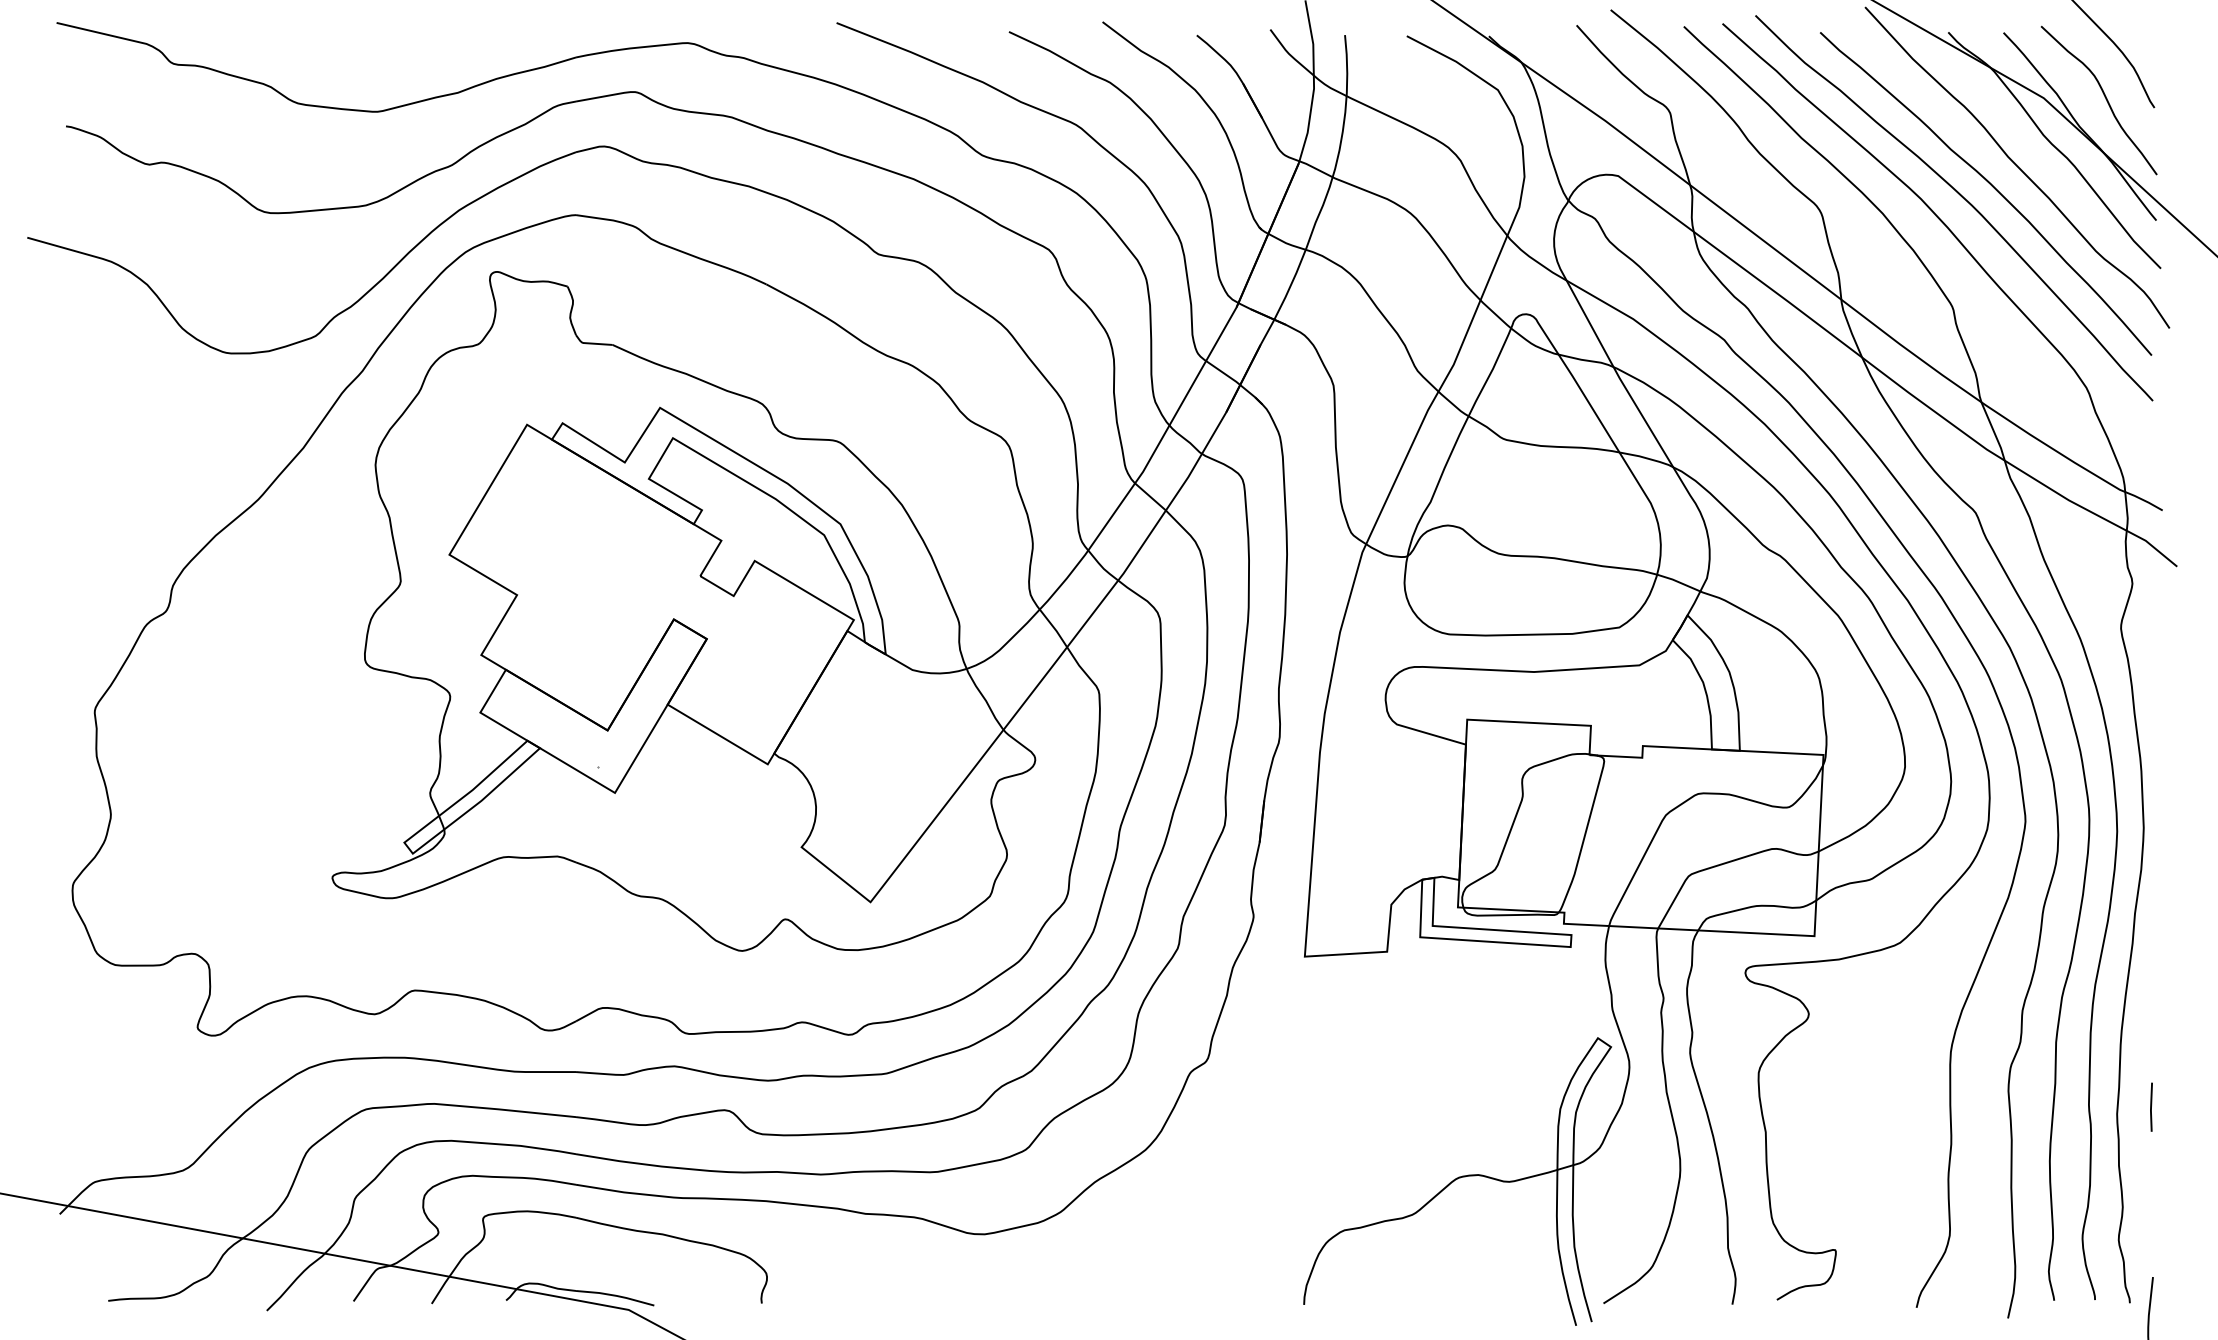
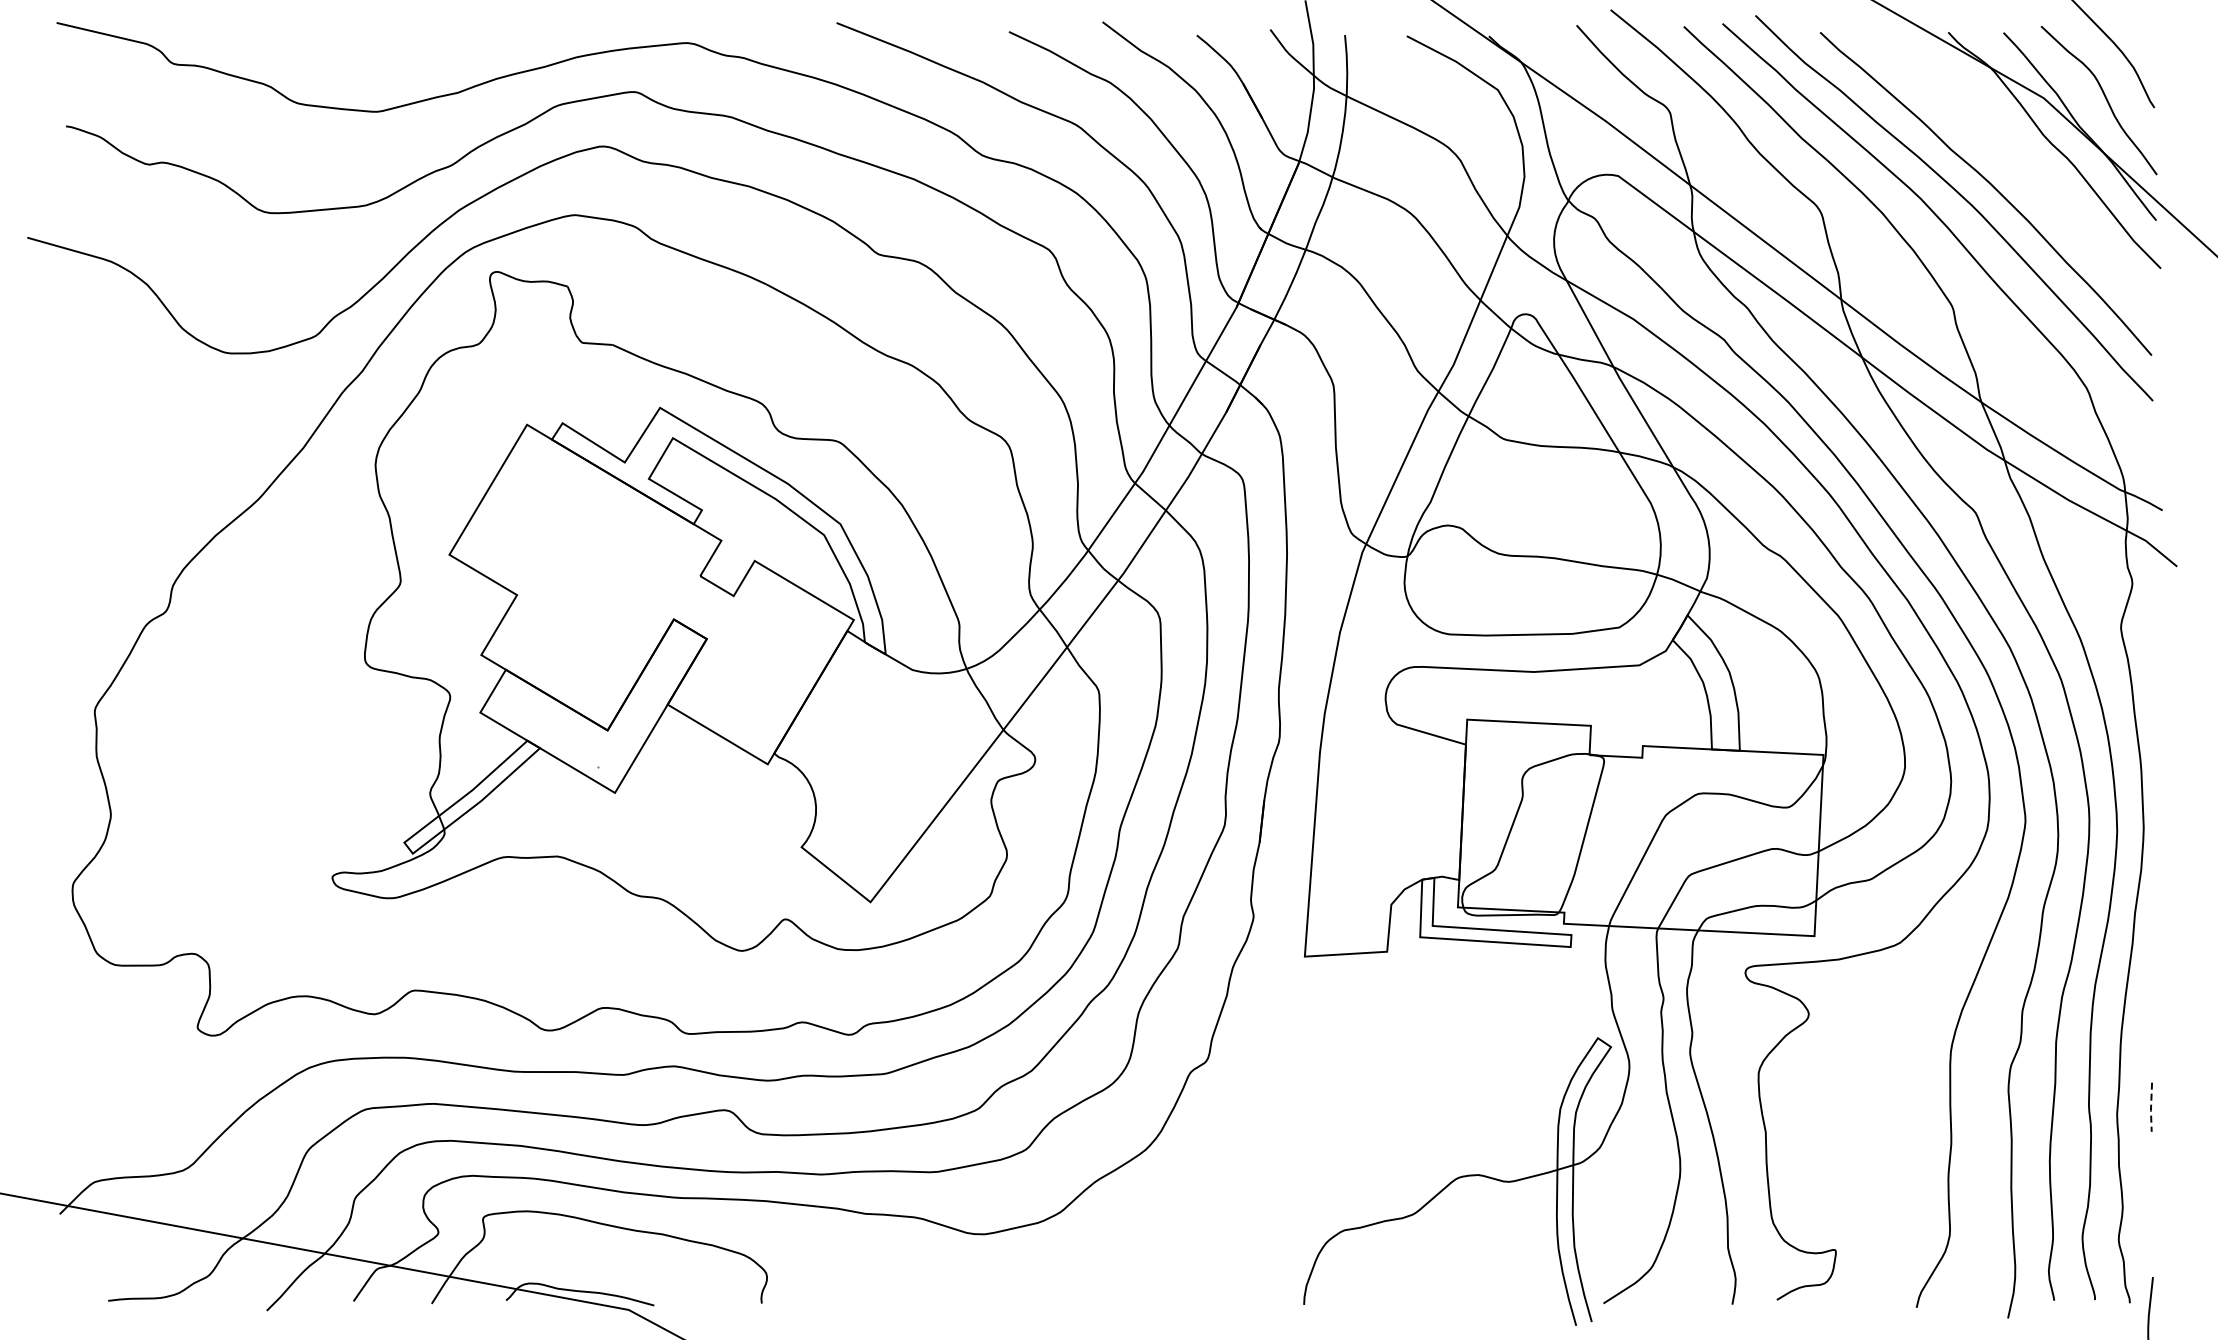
curve at (2017, 167): present -> none
line at (2151, 1108): solid -> dashed
